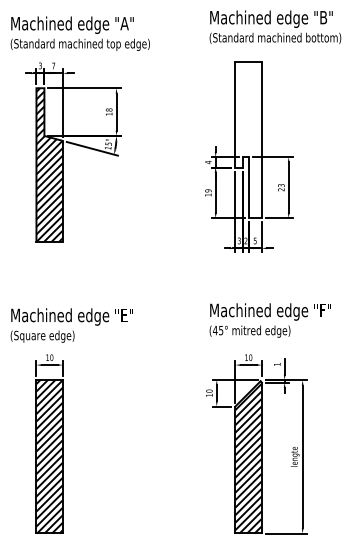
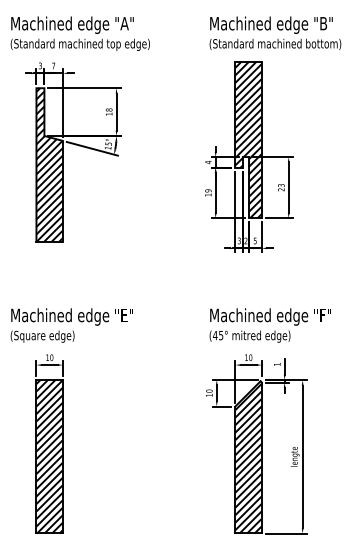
text at (275, 26) position: (275, 26) -> (275, 32)
hatch at (248, 139): none -> present
text at (269, 320) position: (269, 320) -> (269, 325)
